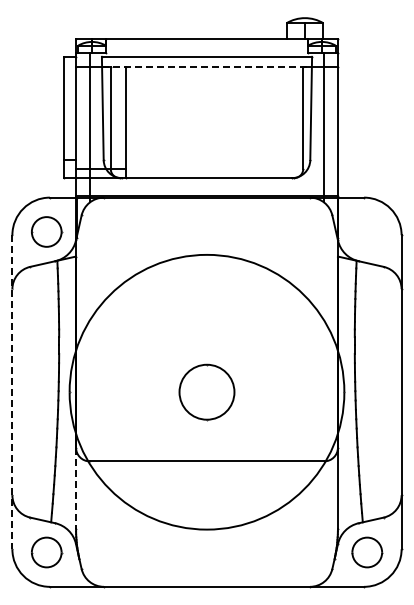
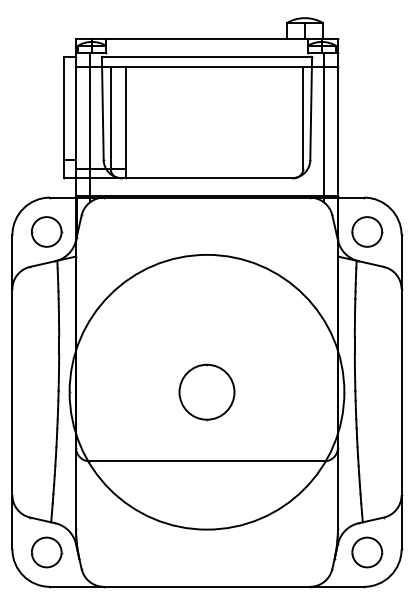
line at (207, 66): dashed -> solid
part at (367, 231): none -> present
line at (12, 392): dashed -> solid
line at (76, 488): dashed -> solid
